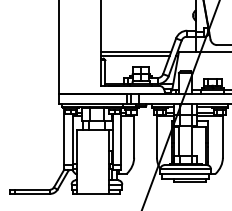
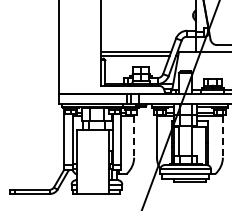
line at (134, 136): solid -> dashed
line at (222, 136): solid -> dashed
